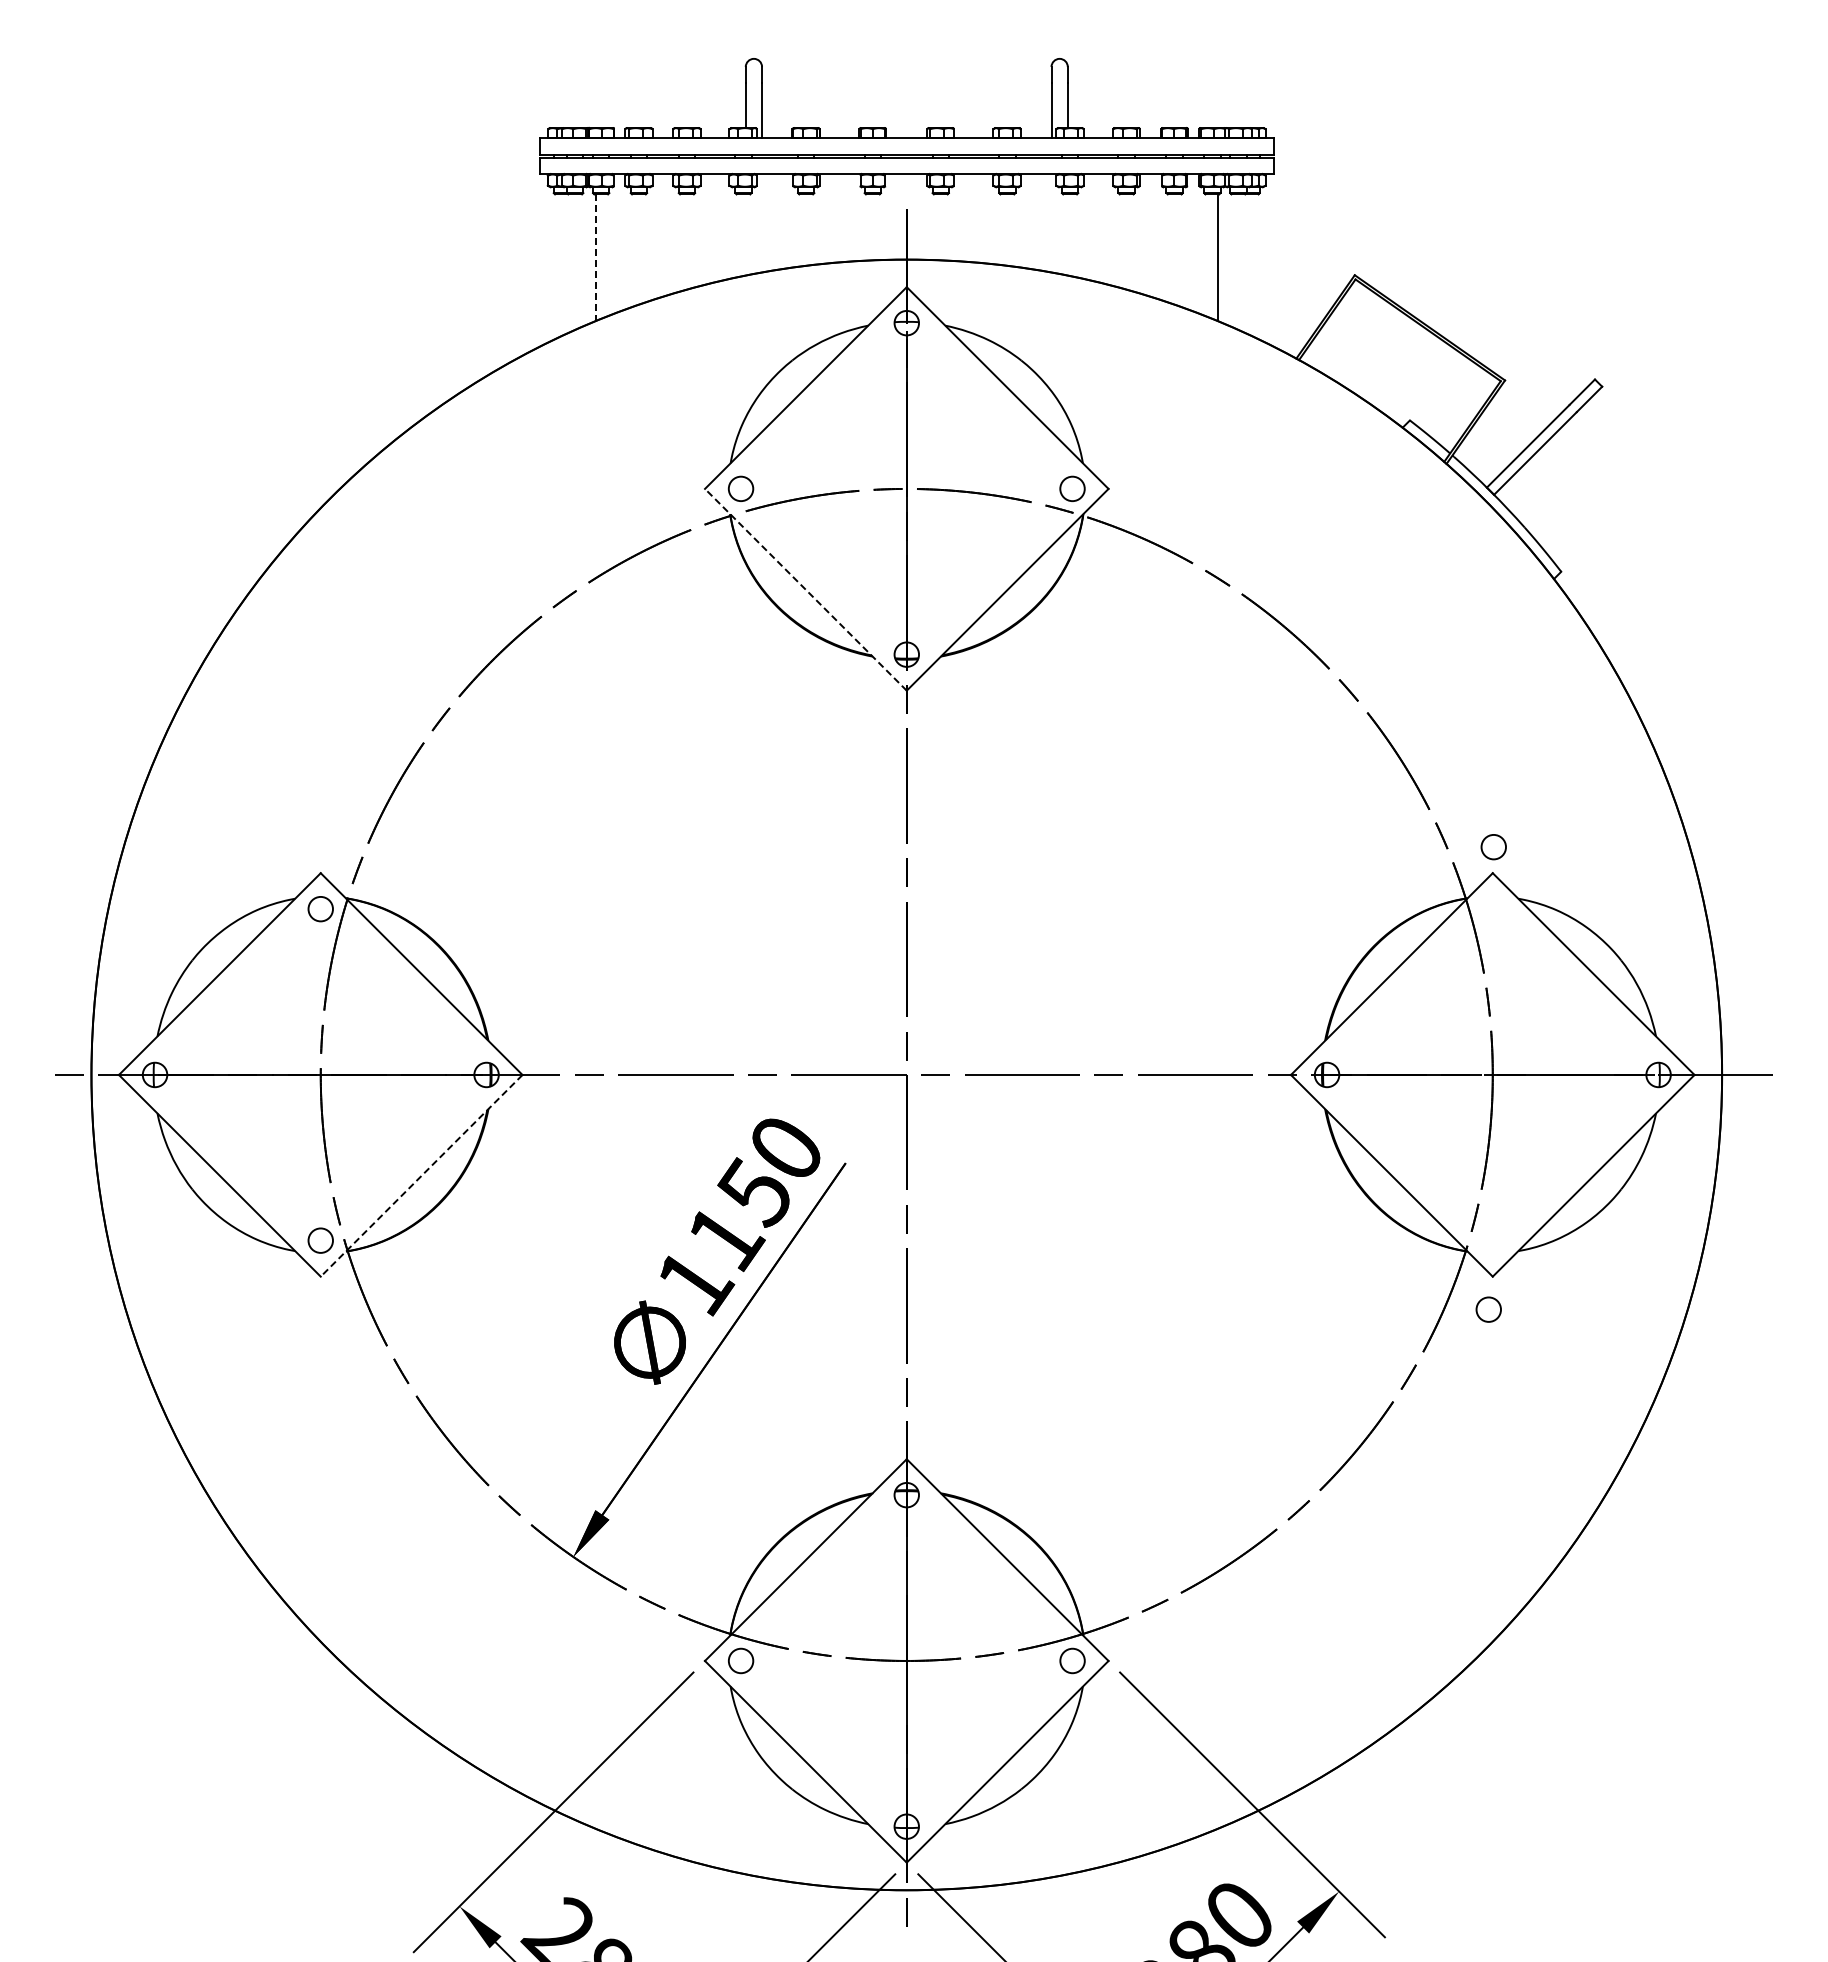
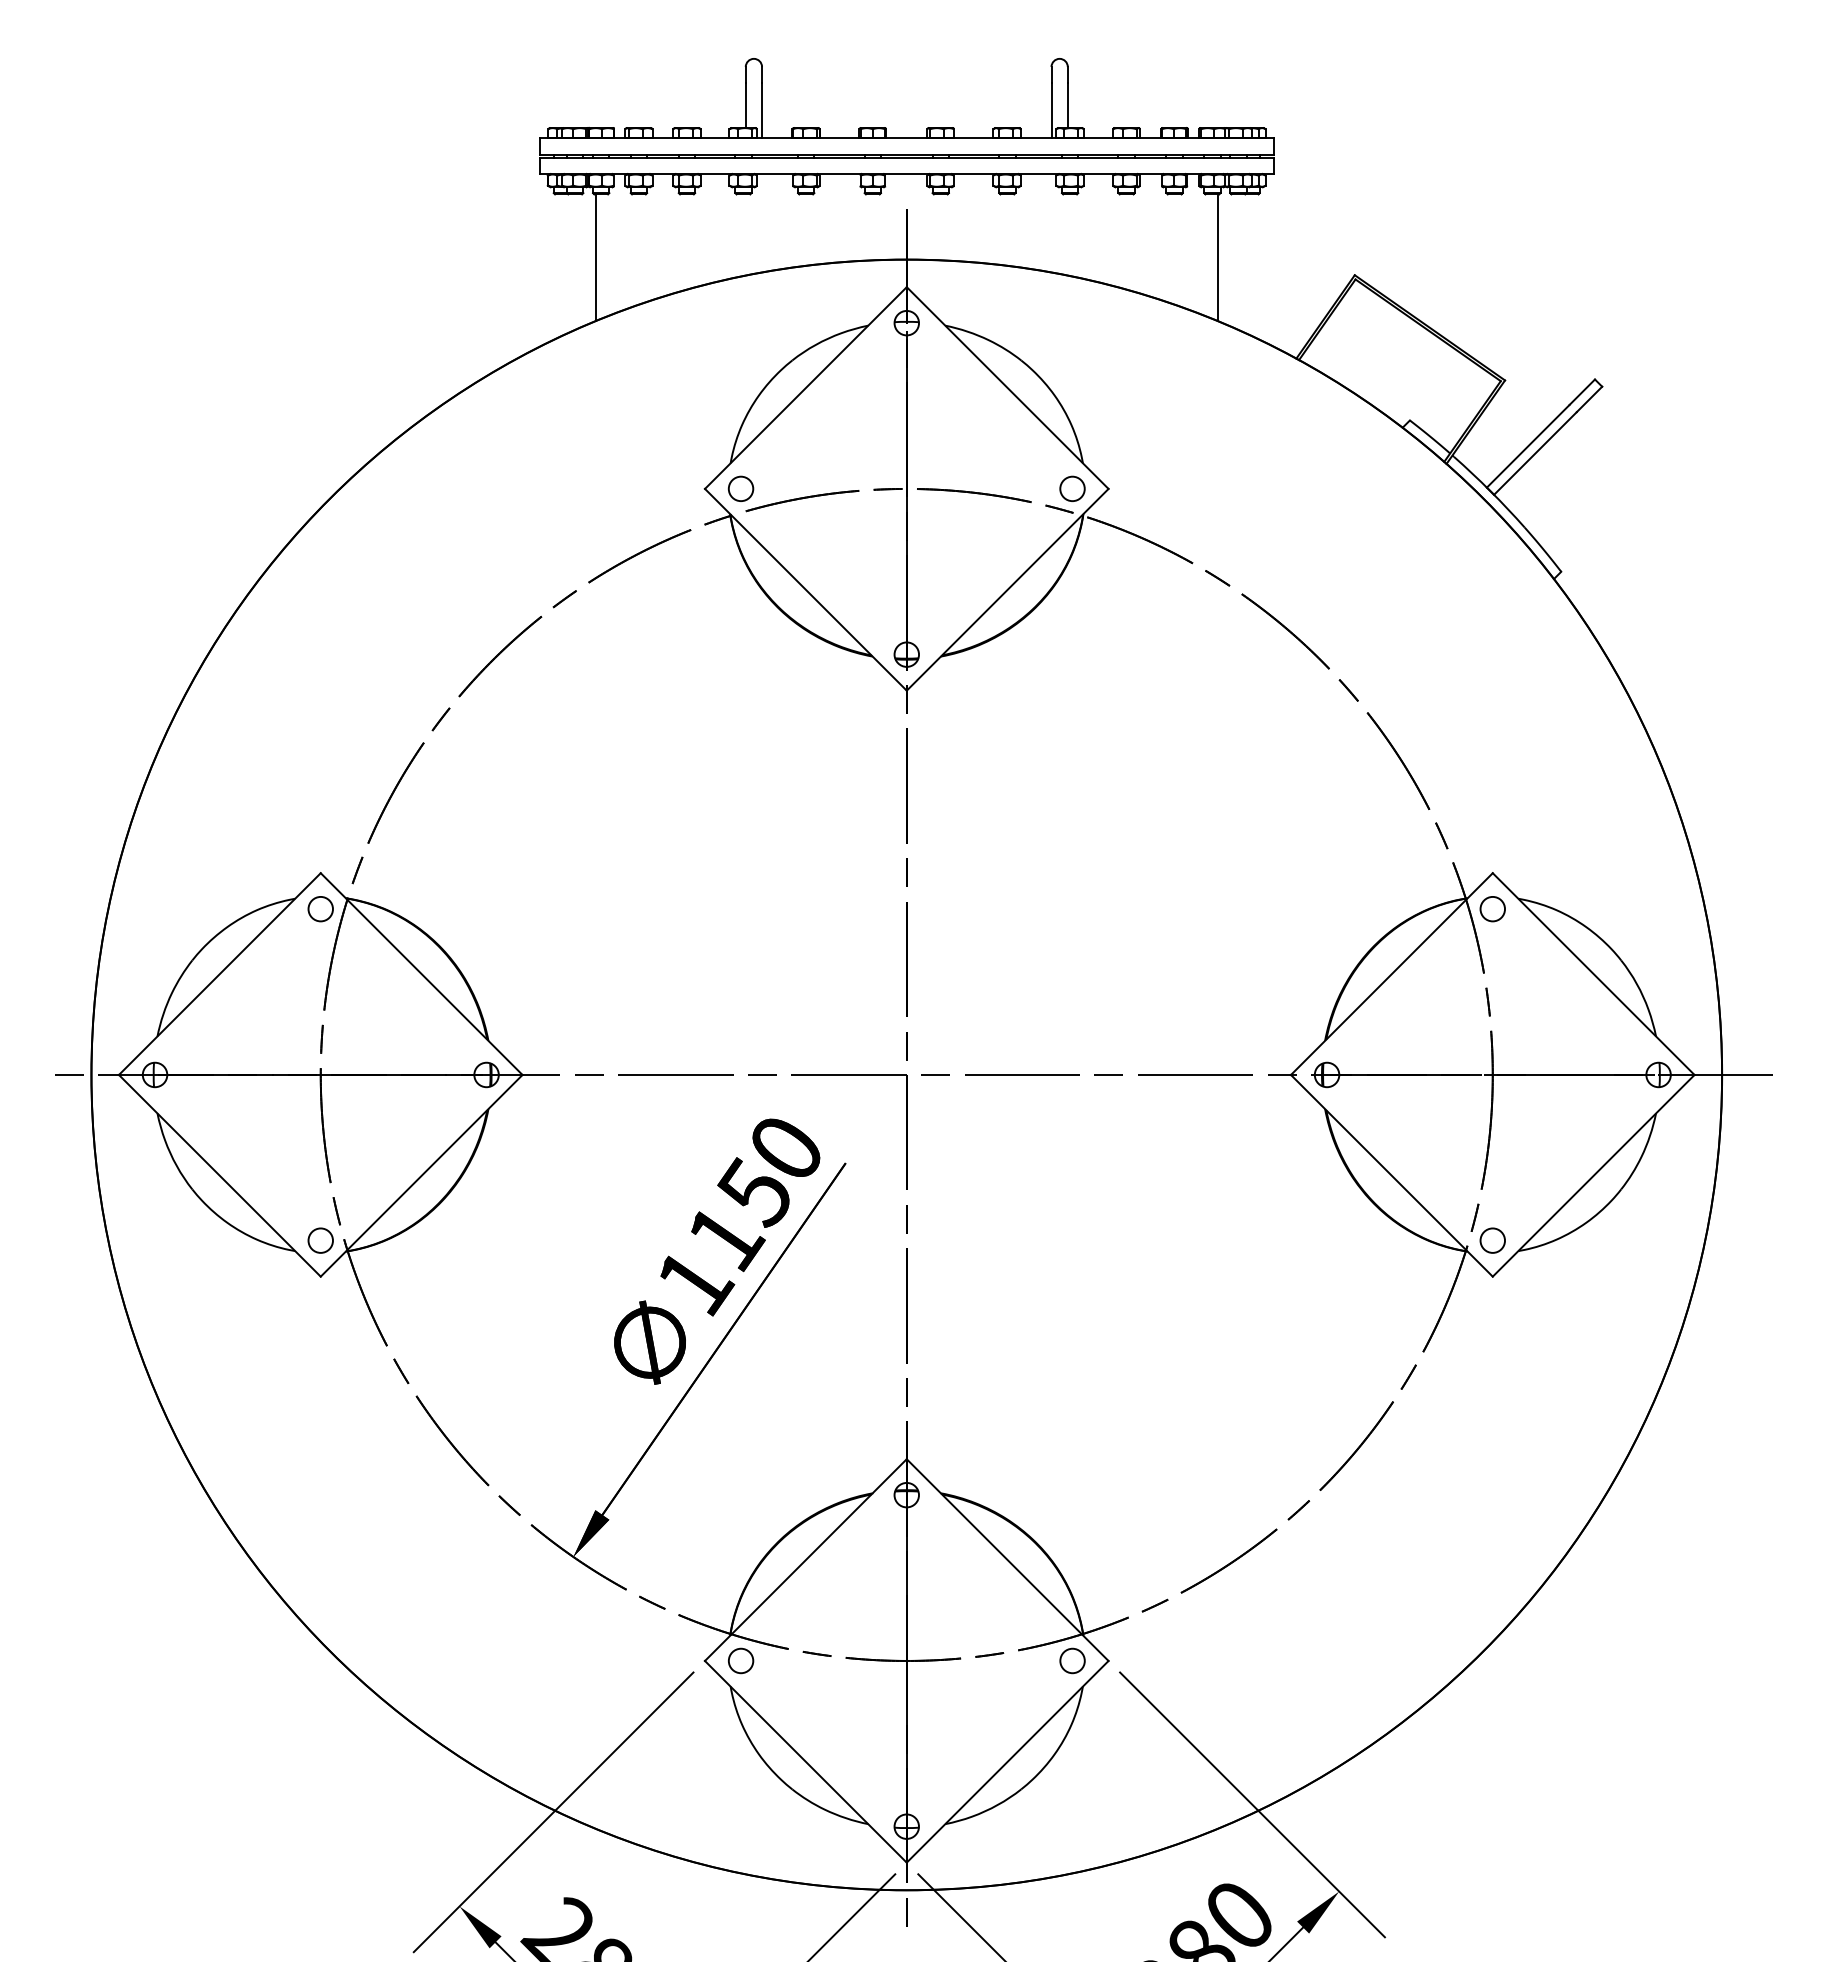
line at (595, 258): dashed -> solid
line at (805, 589): dashed -> solid
circle at (1493, 847) position: (1493, 847) -> (1492, 909)
line at (421, 1175): dashed -> solid
circle at (1488, 1309) position: (1488, 1309) -> (1492, 1240)
